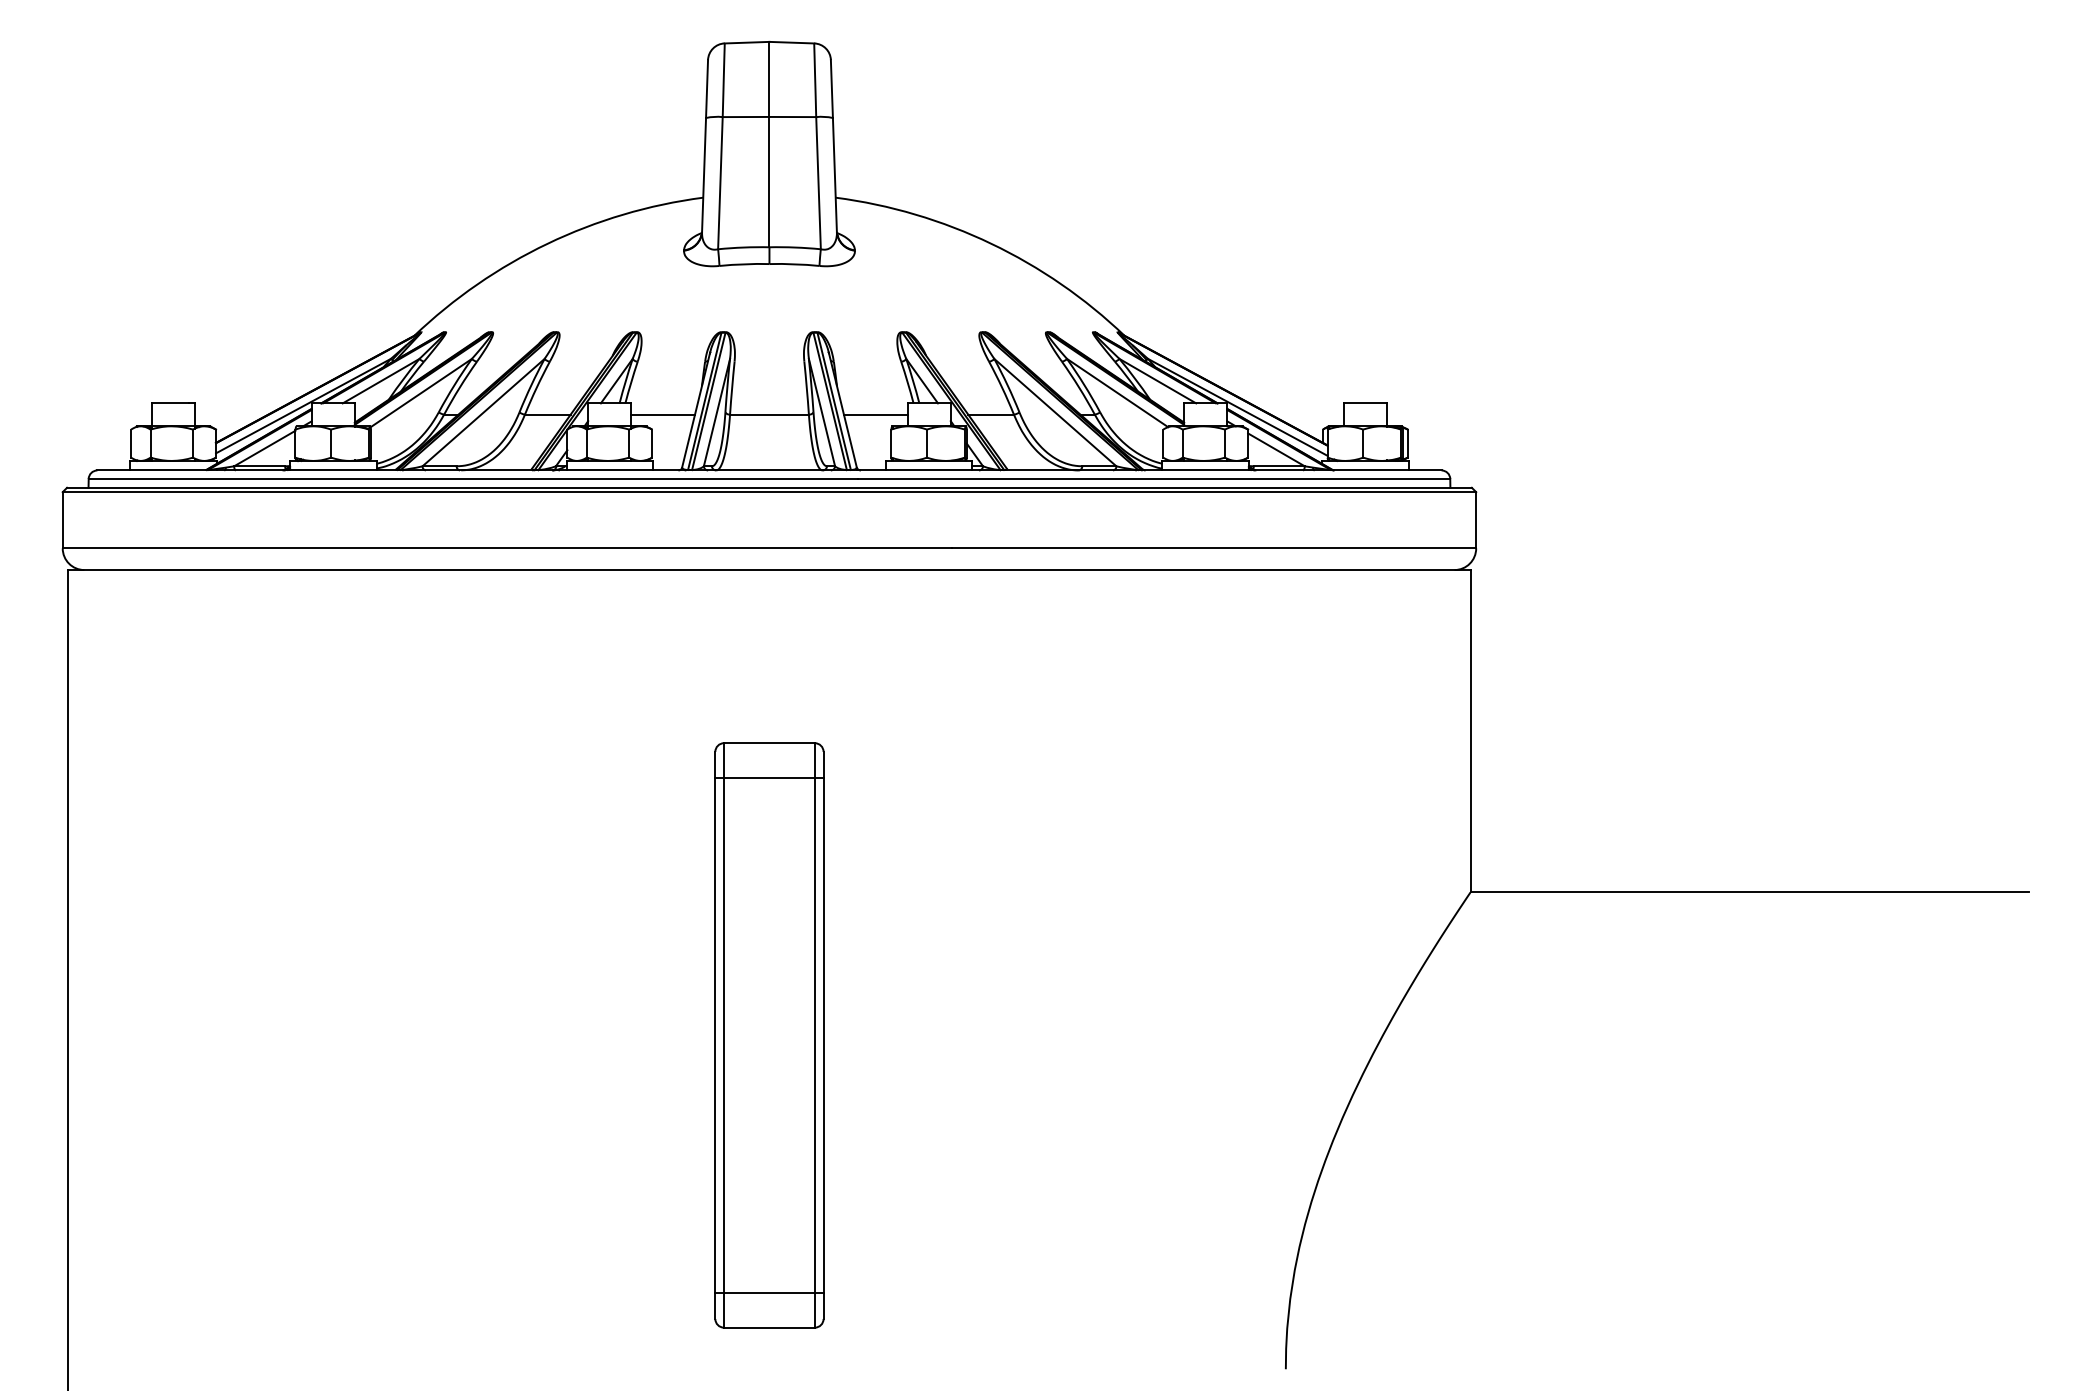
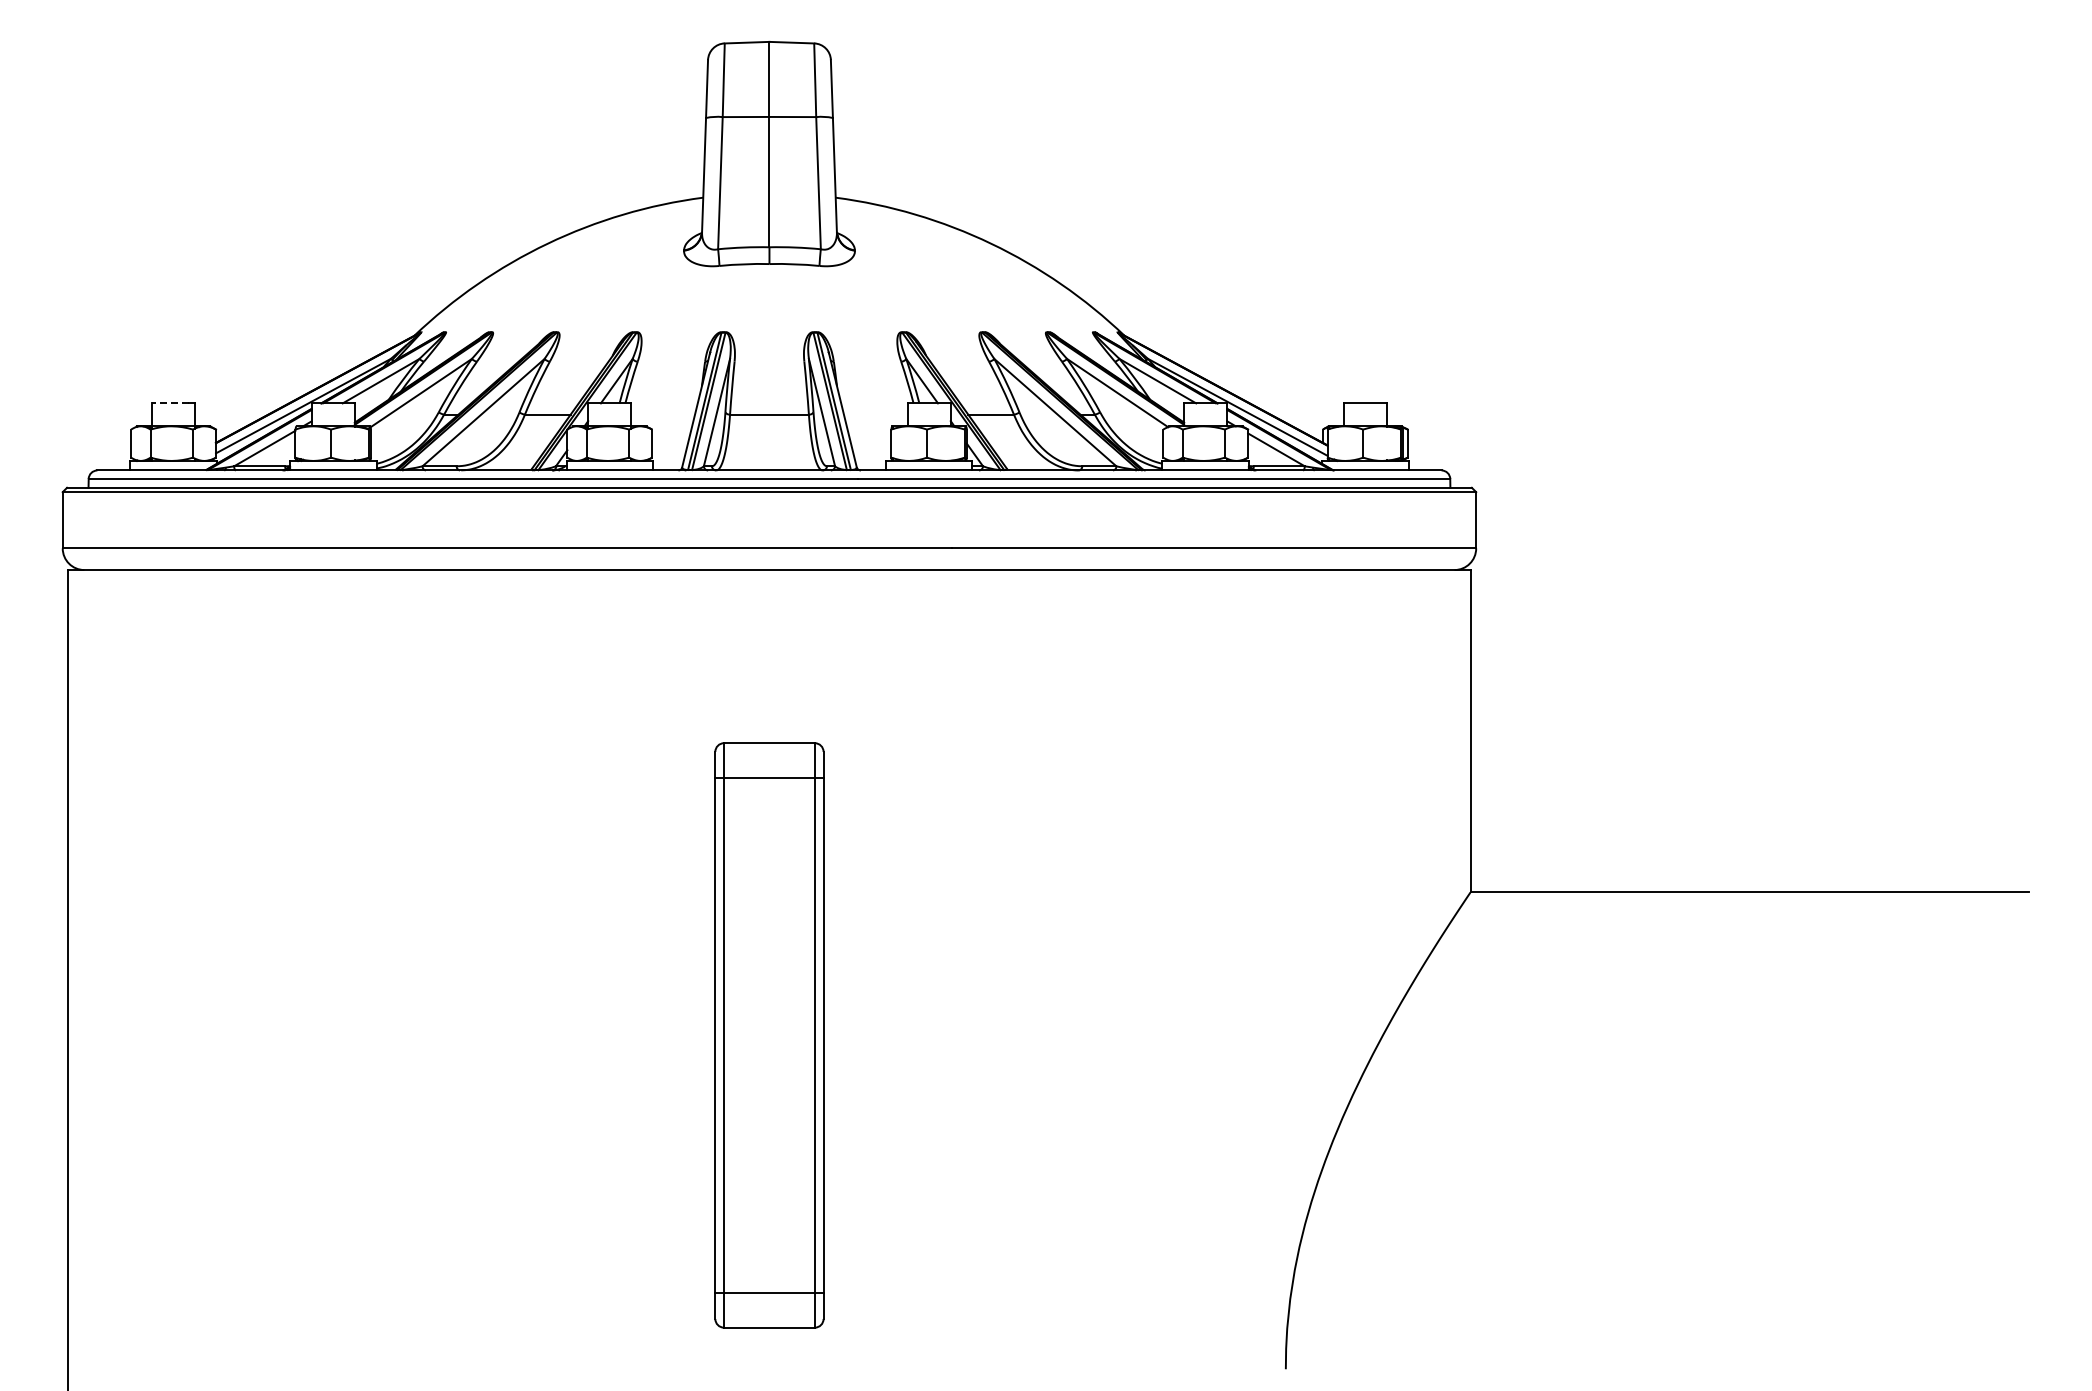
line at (169, 403): solid -> dashed
line at (663, 414): present -> none
line at (875, 414): present -> none
